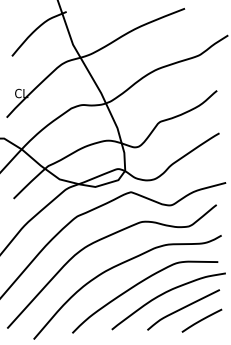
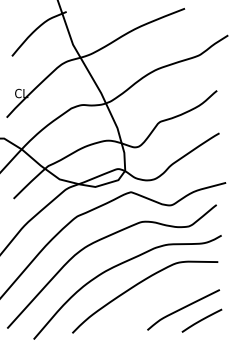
curve at (164, 294): present -> none
